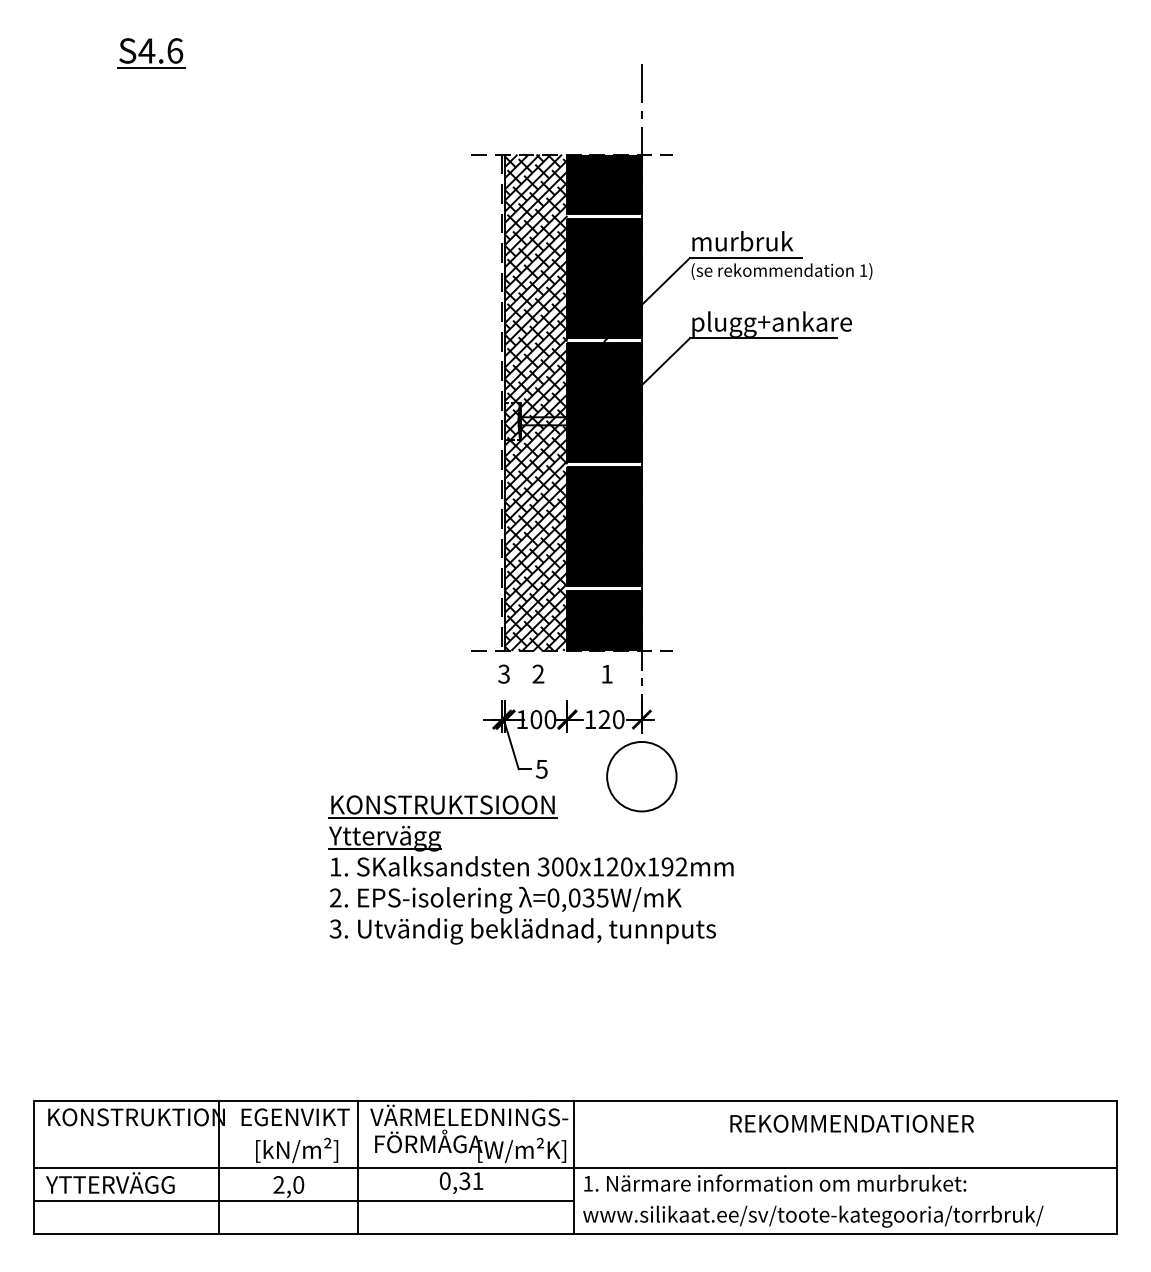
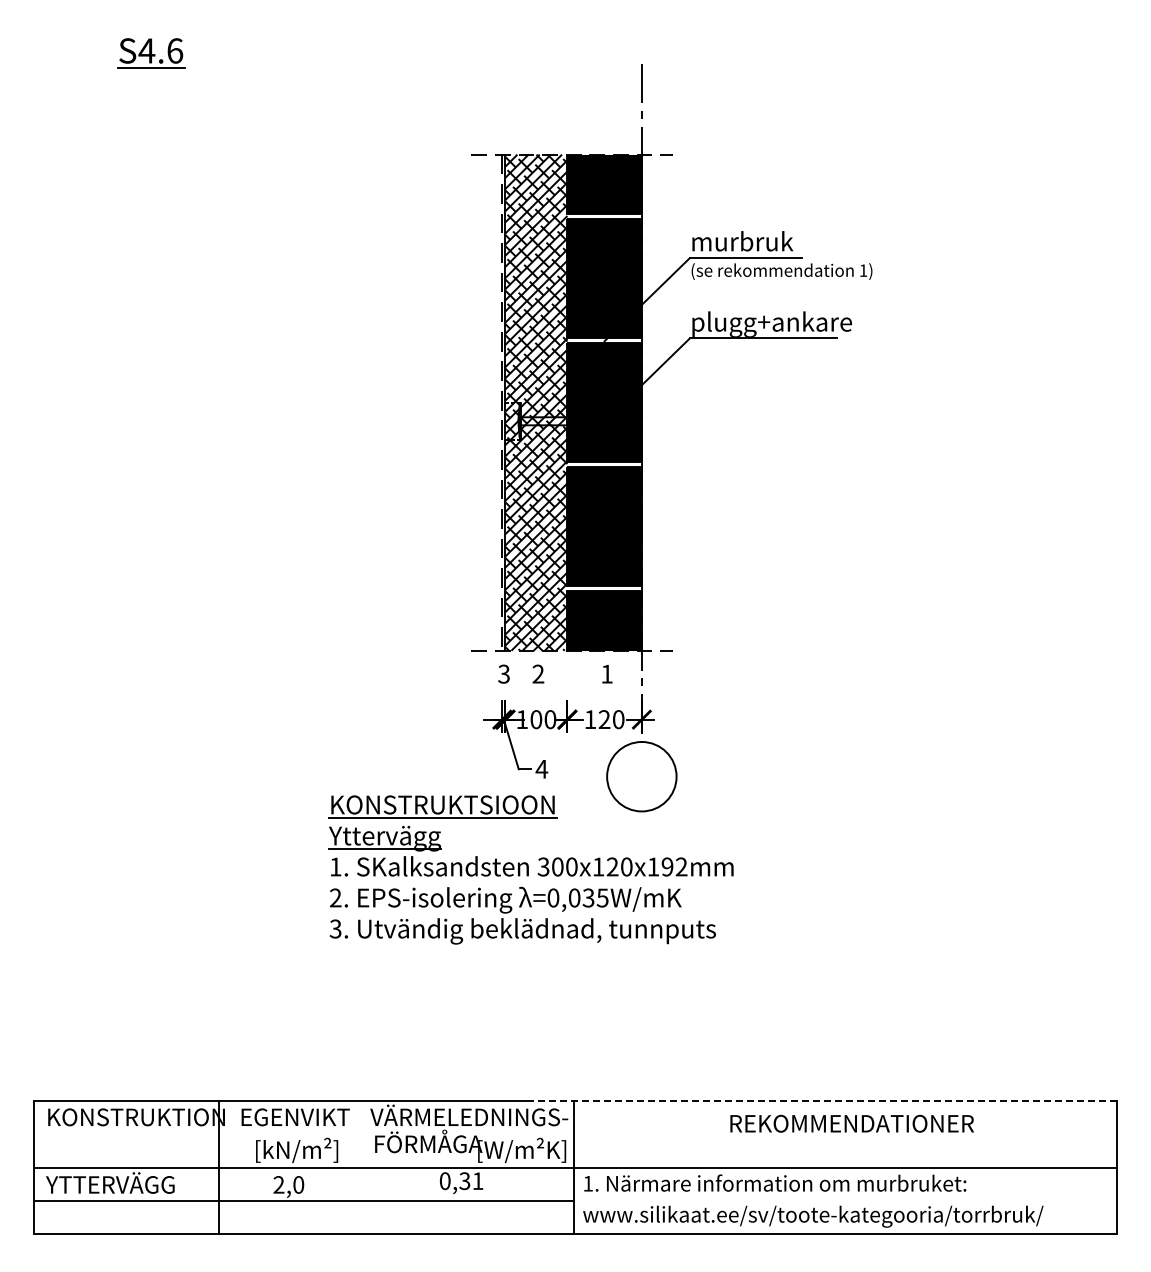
text at (541, 769): 5 -> 4
line at (823, 1100): solid -> dashed
line at (357, 1166): present -> none
